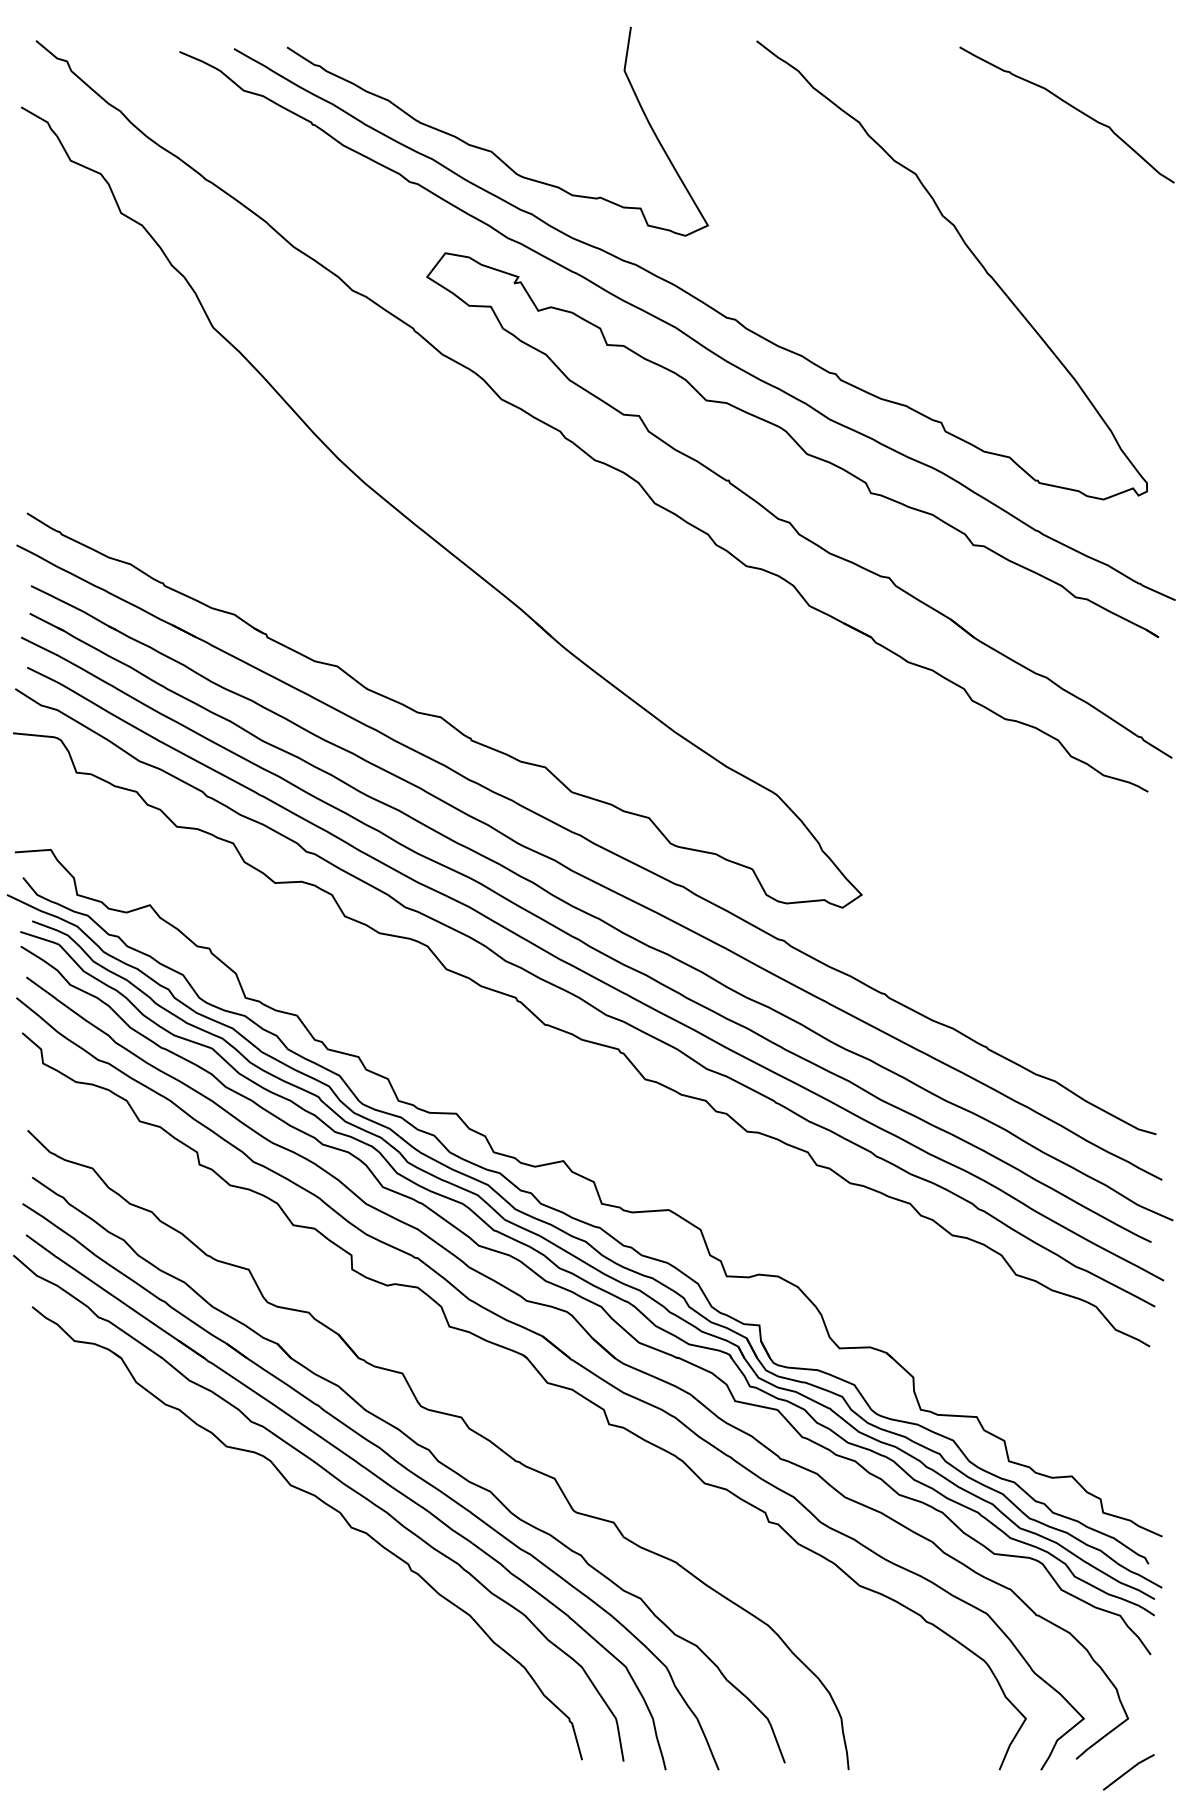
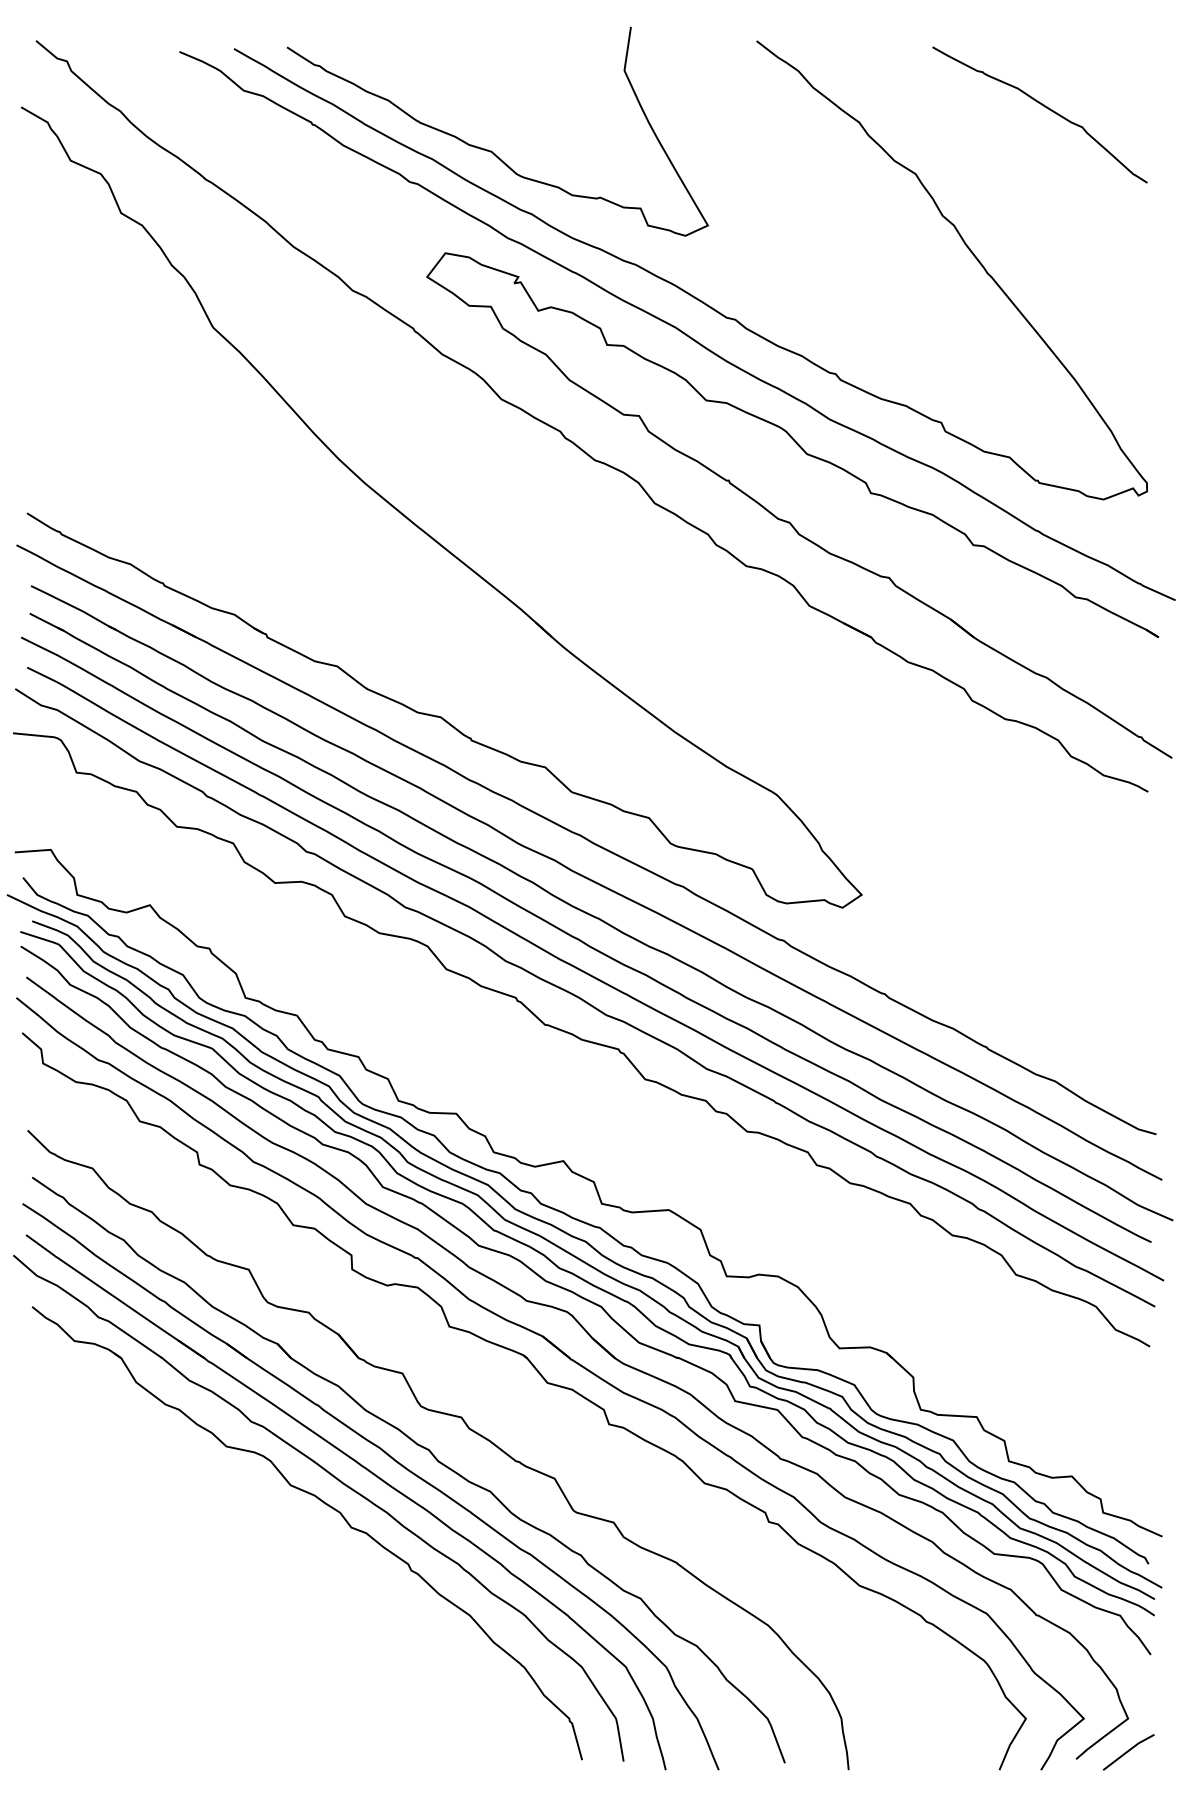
curve at (1070, 106) position: (1070, 106) -> (1043, 106)
line at (1128, 1772) position: (1128, 1772) -> (1128, 1752)
